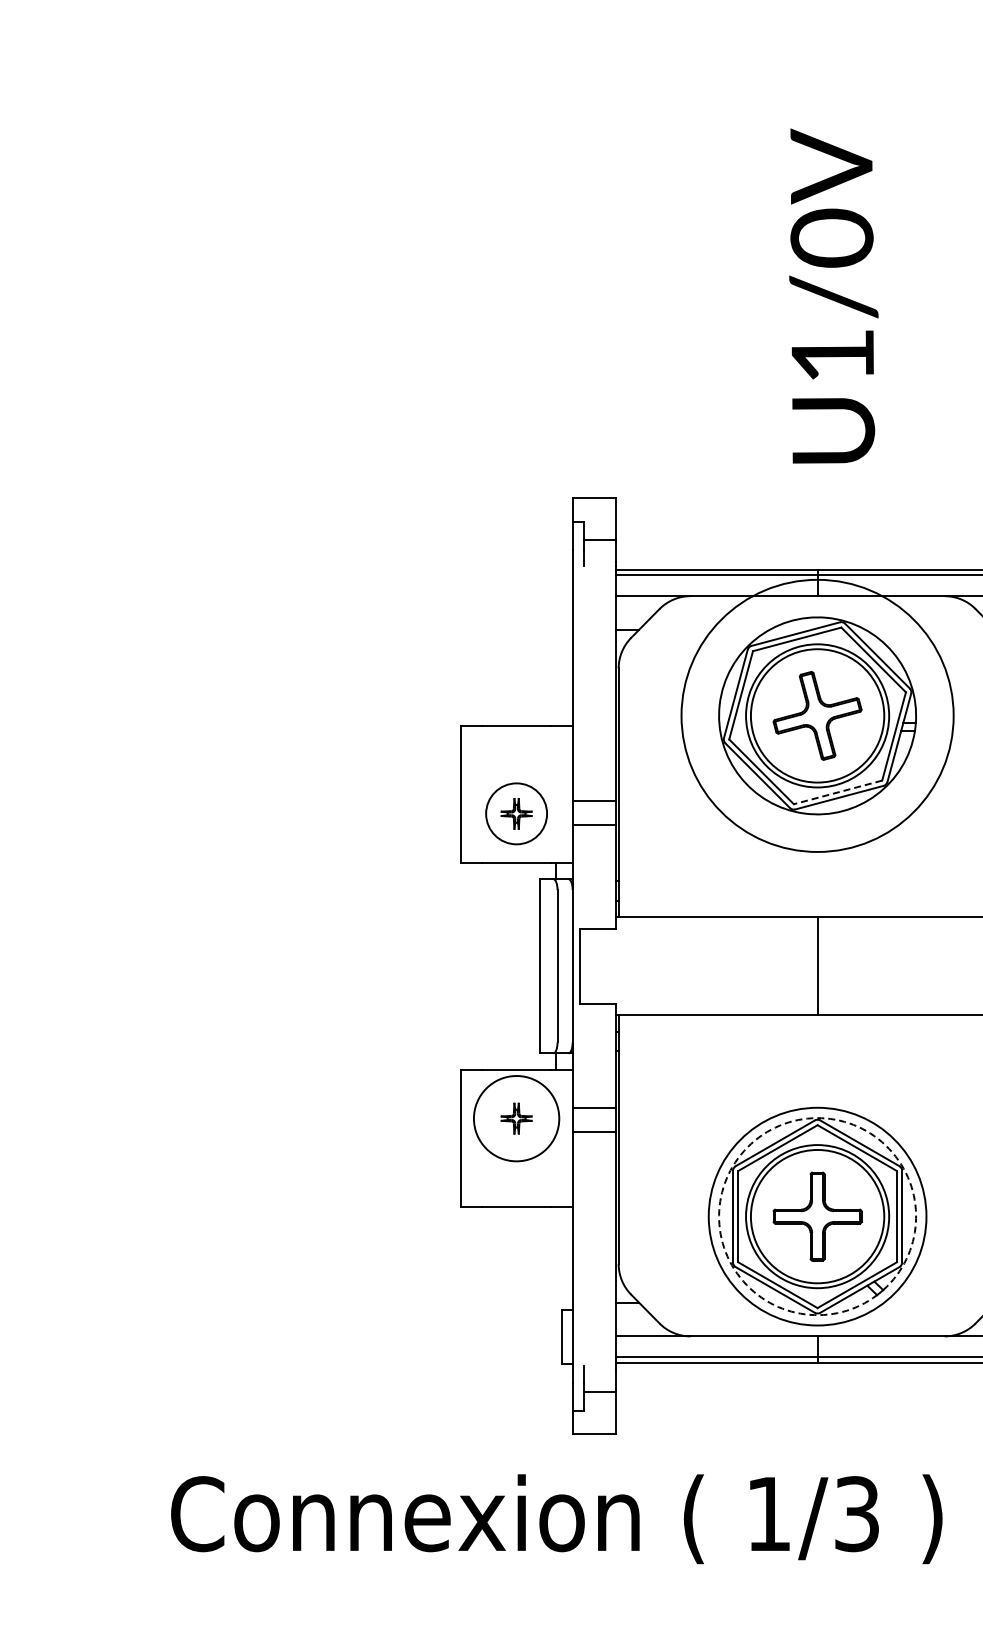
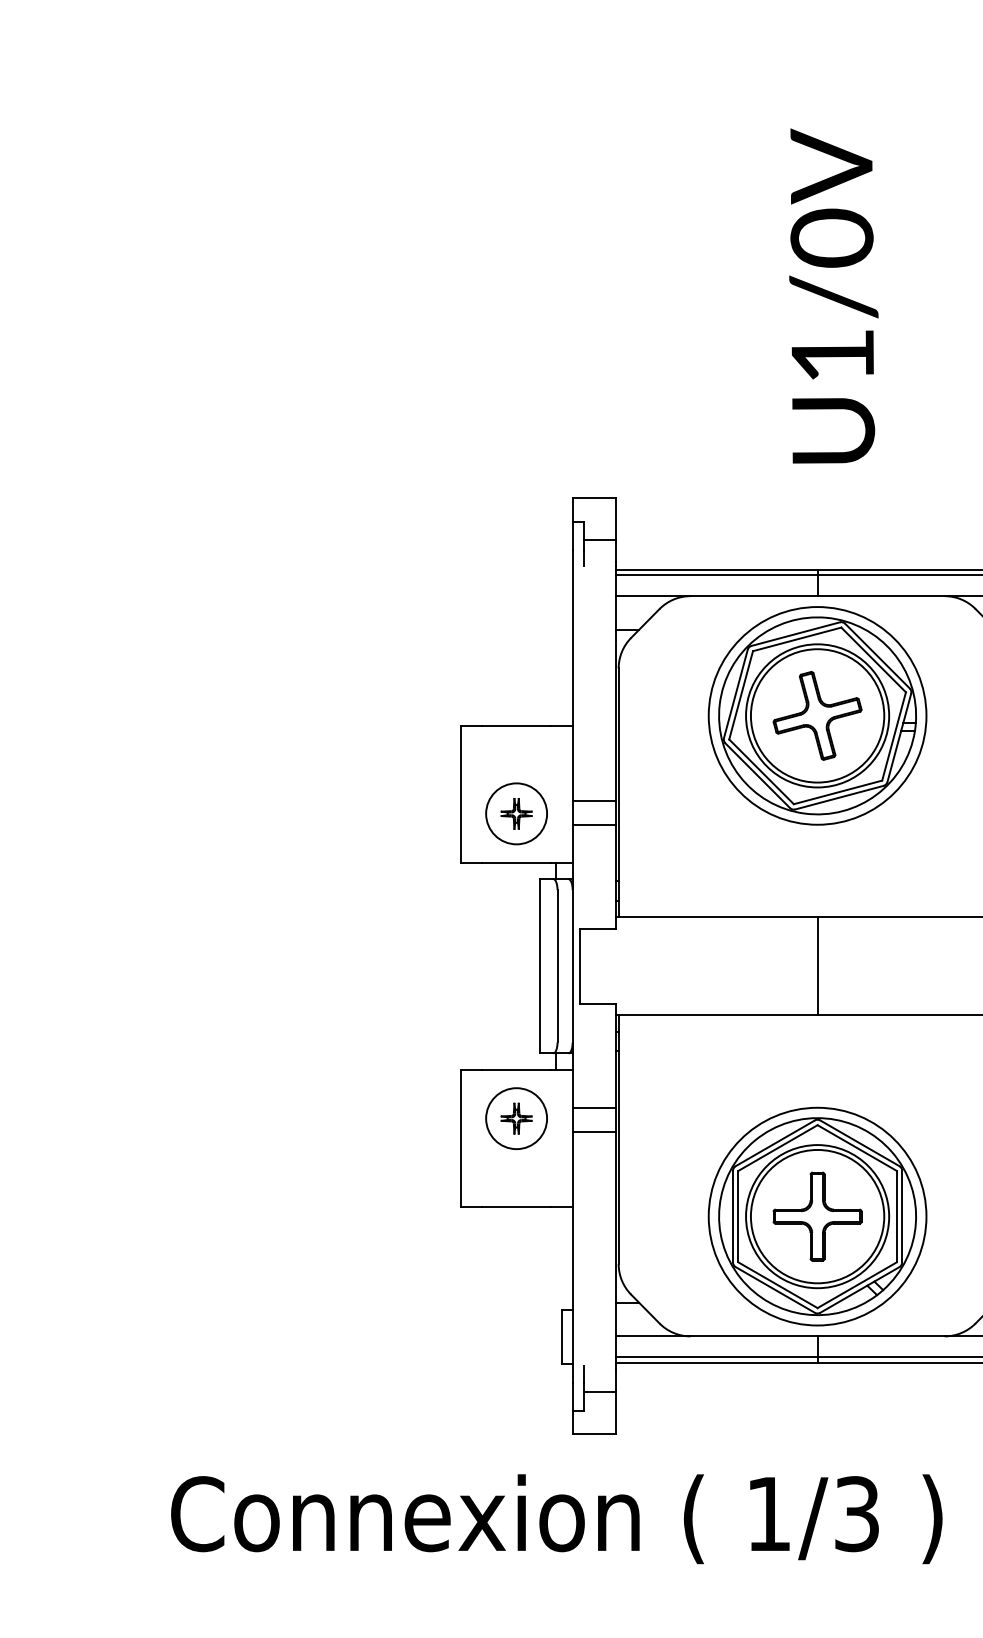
circle at (817, 715) diameter: 272 px -> 218 px
line at (838, 792): dashed -> solid
circle at (516, 1118) diameter: 85 px -> 61 px
arc at (754, 1140): dashed -> solid
